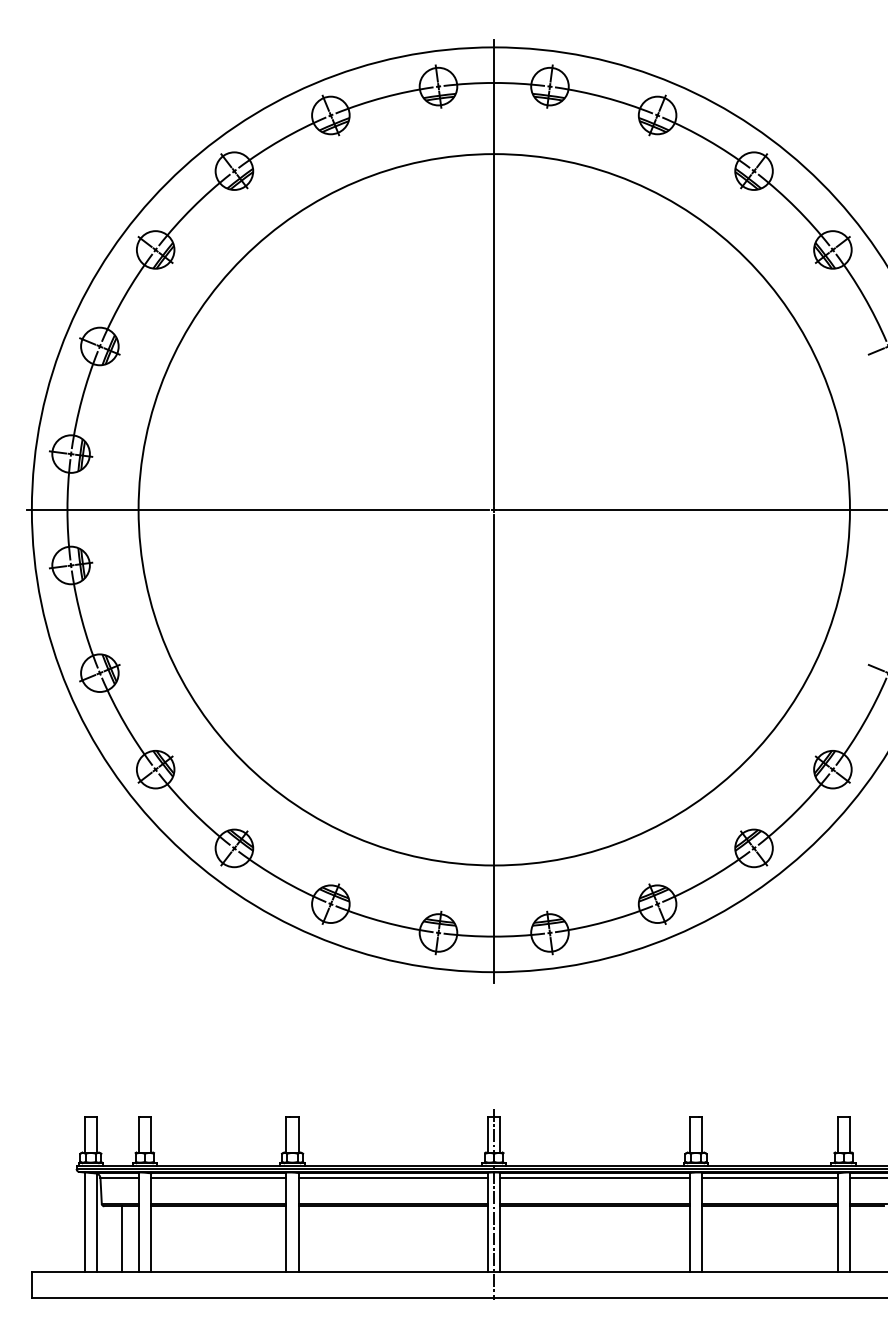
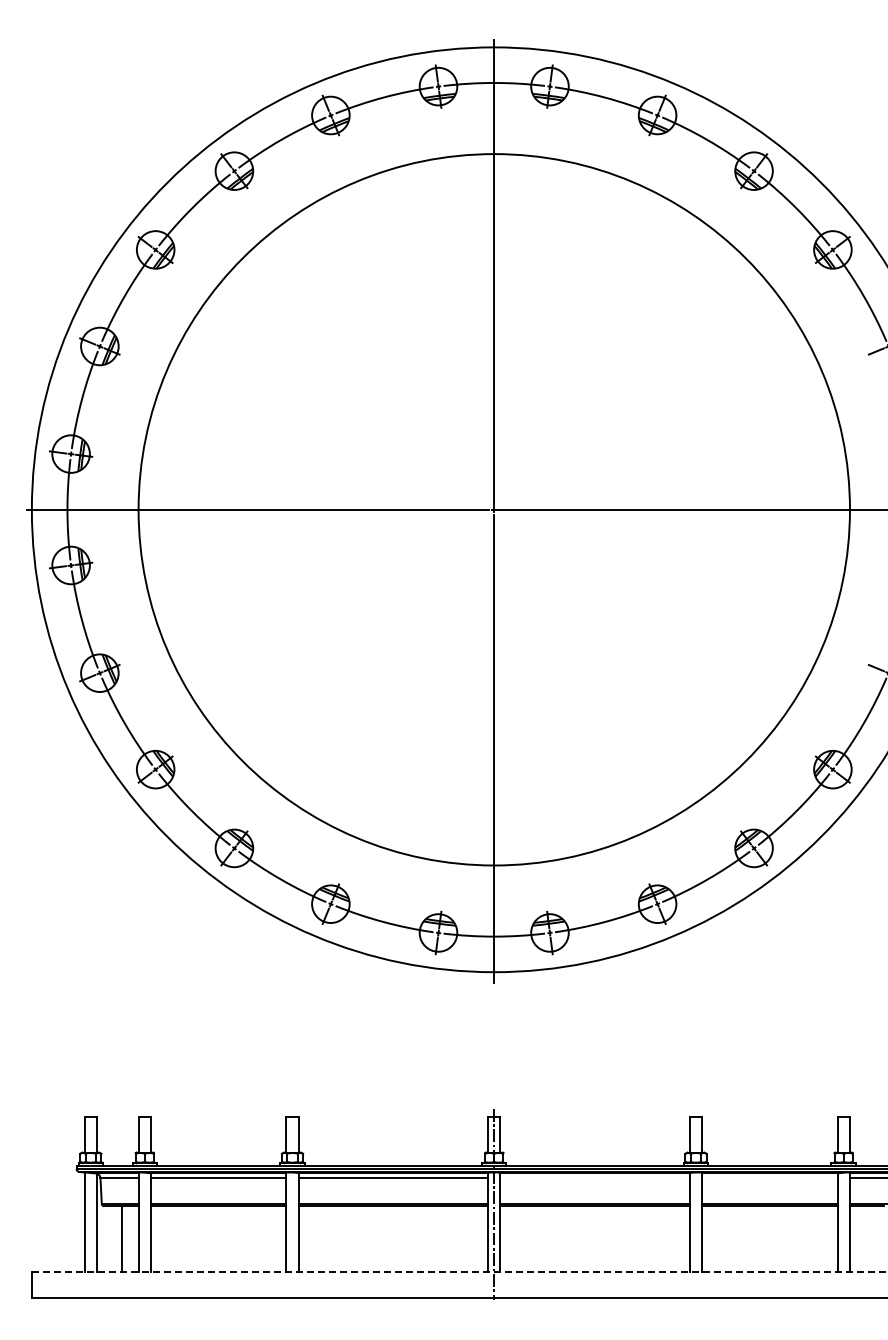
line at (594, 1178): present -> none
line at (769, 1178): present -> none
line at (459, 1272): solid -> dashed
